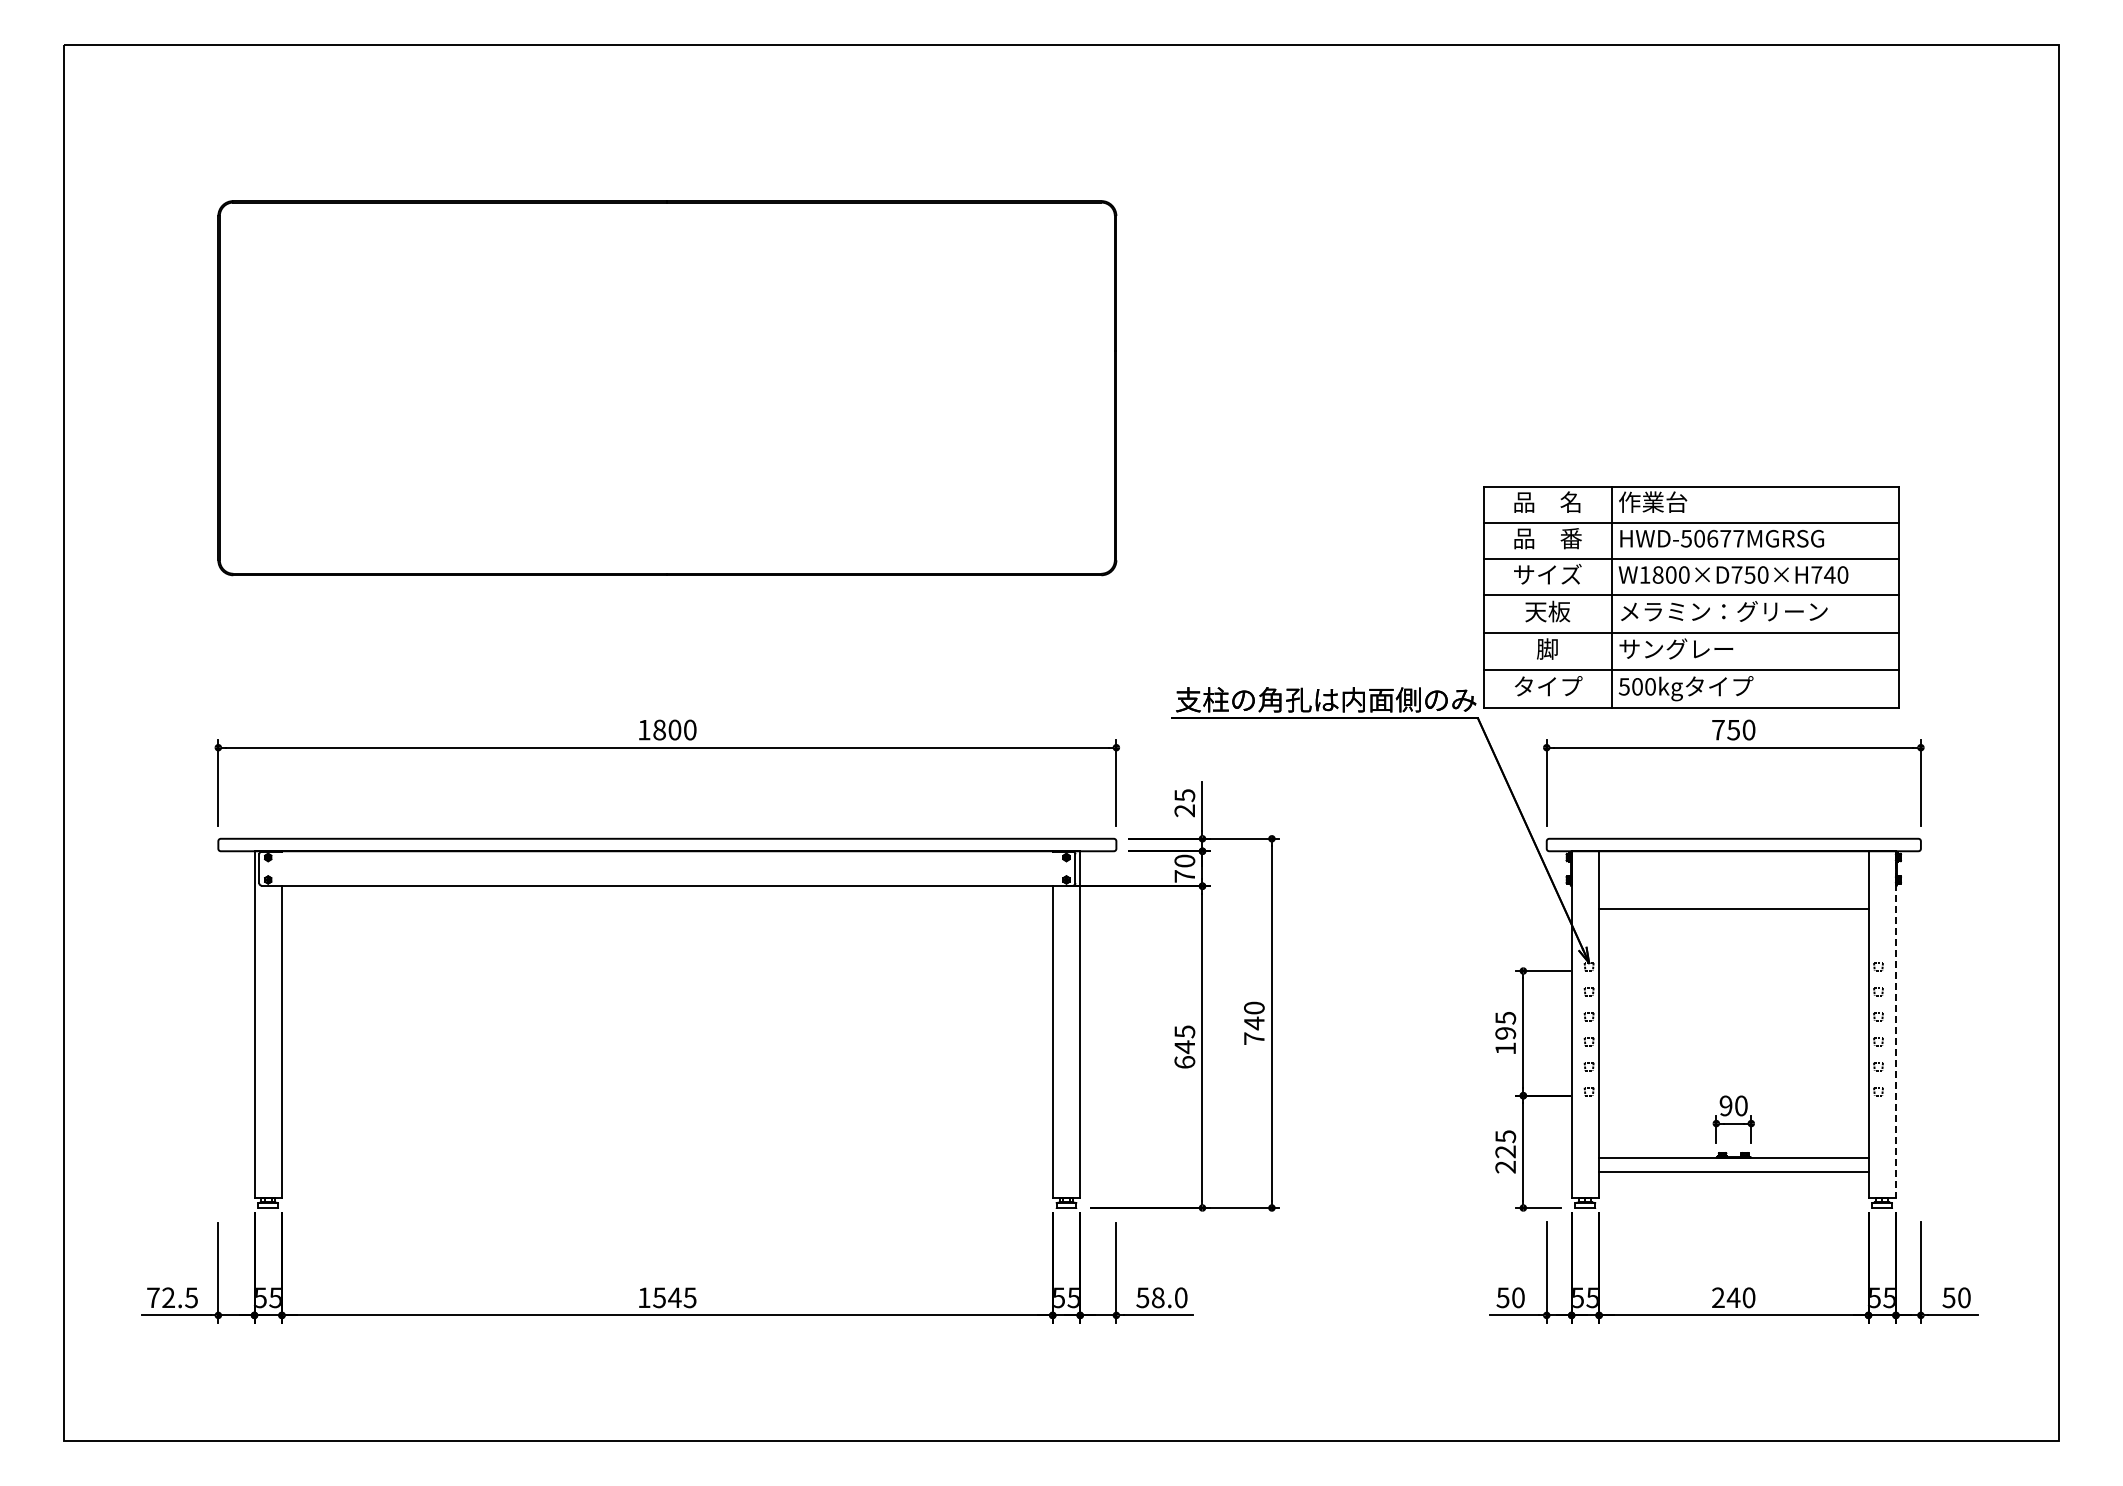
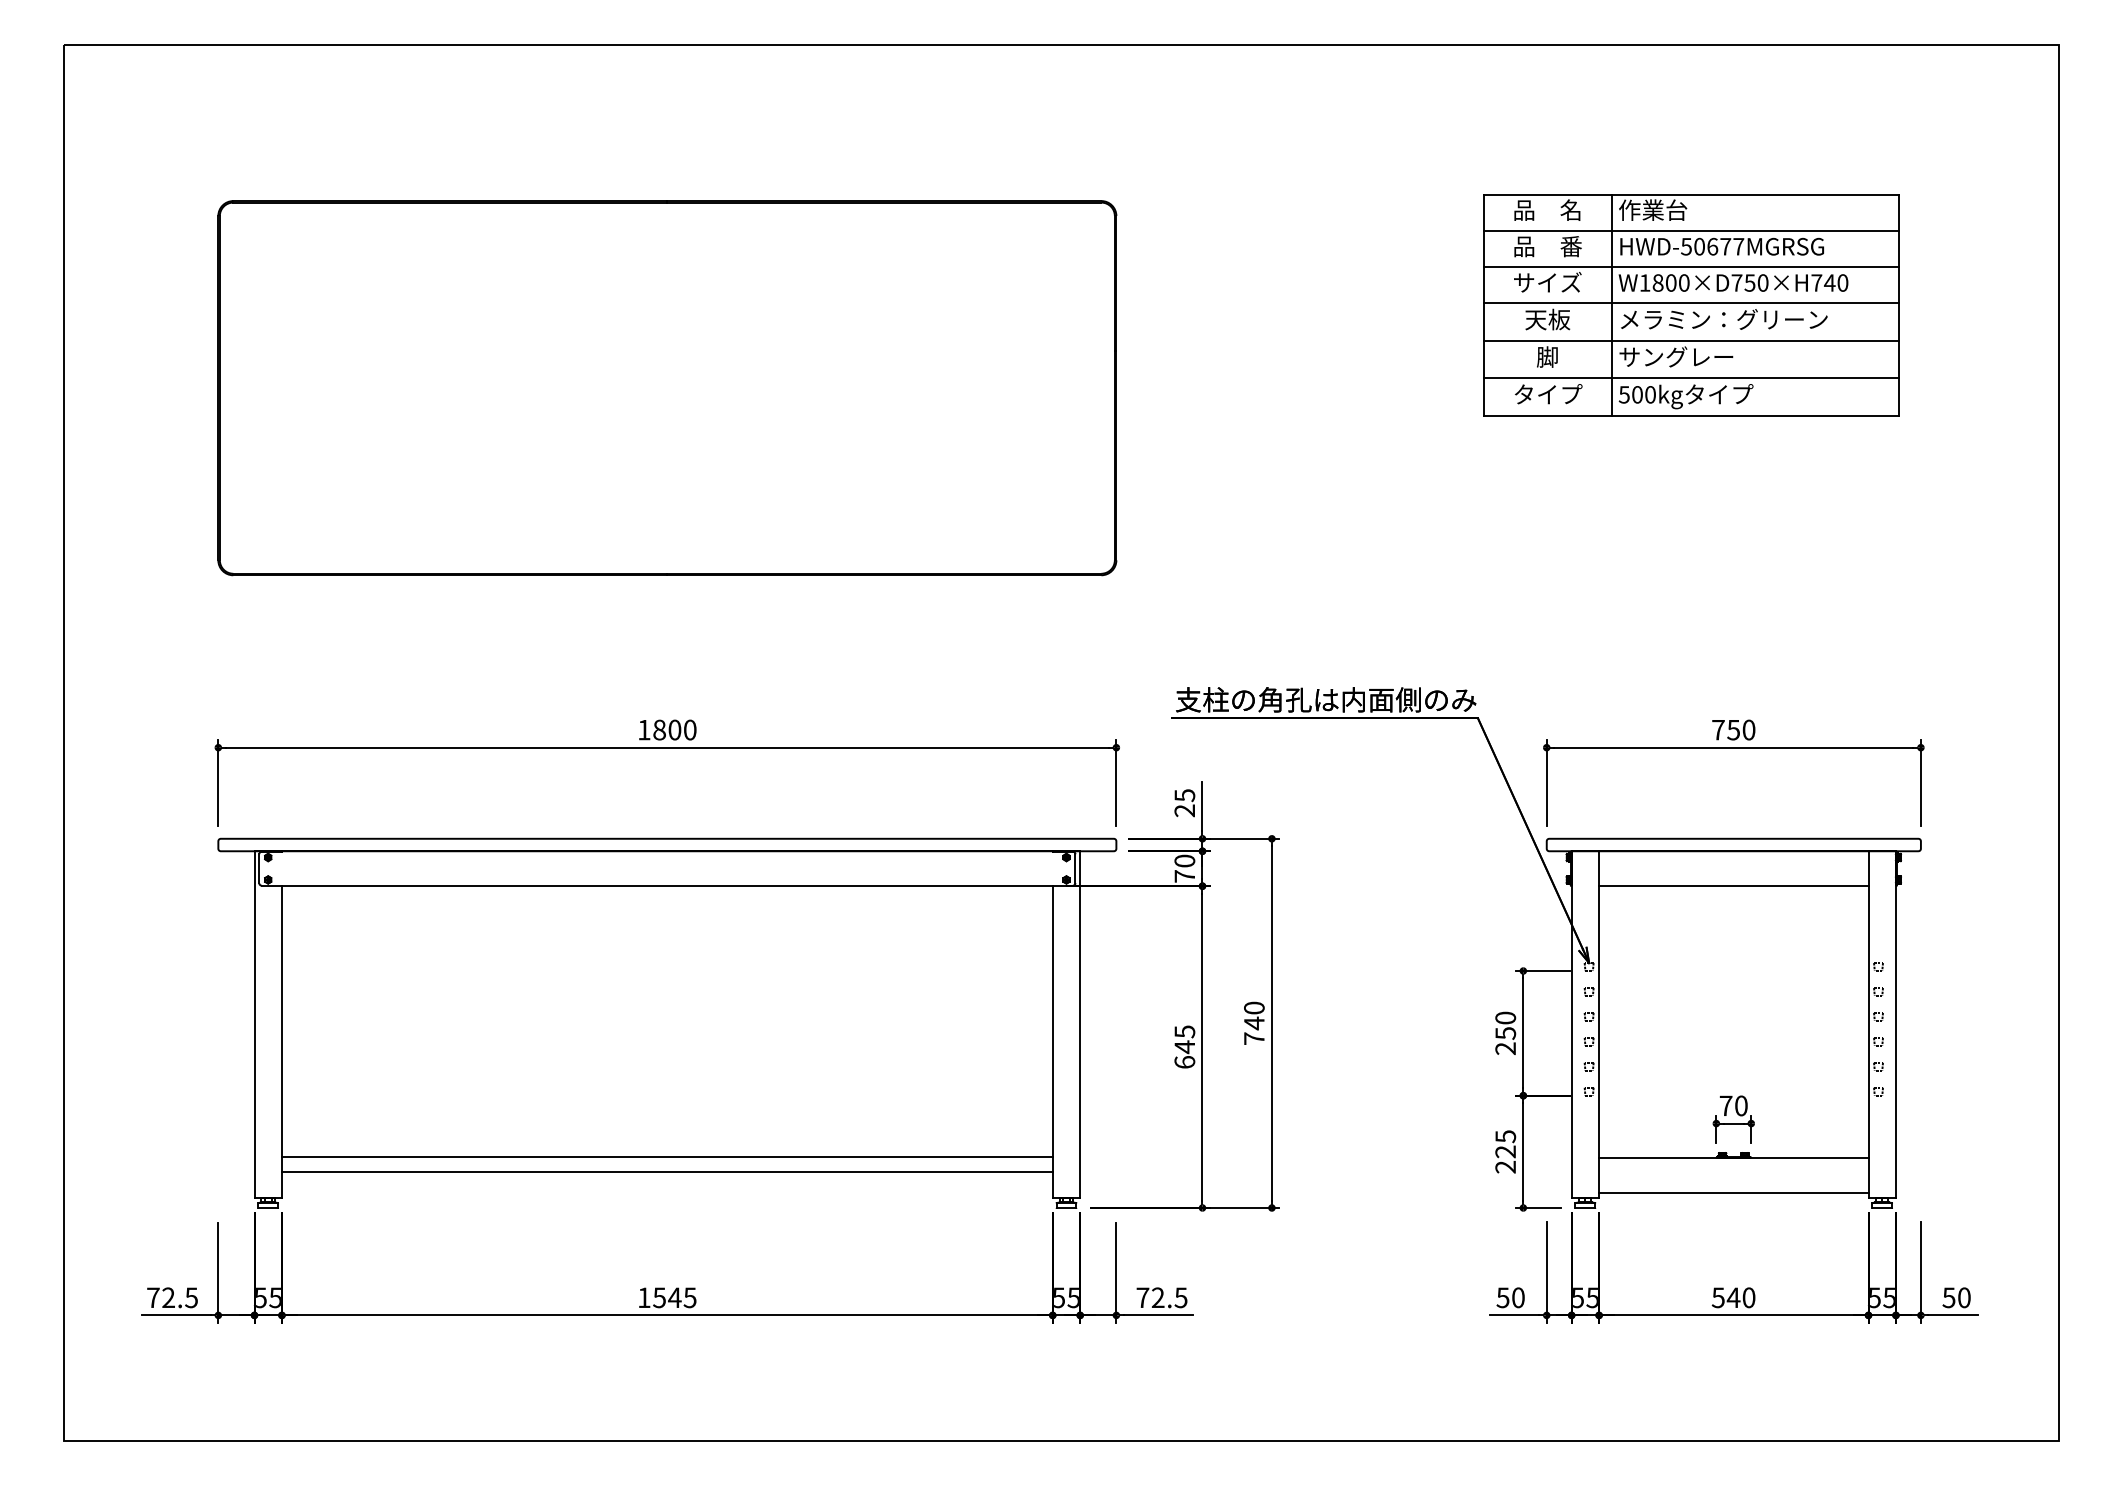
part at (1691, 597) position: (1691, 597) -> (1691, 305)
line at (1733, 909) position: (1733, 909) -> (1733, 886)
line at (1895, 1025): dashed -> solid
text at (1505, 1032): 195 -> 250
text at (1725, 1105): 90 -> 70
line at (666, 1157): none -> present
line at (666, 1172): none -> present
line at (1733, 1172) position: (1733, 1172) -> (1733, 1193)
text at (1161, 1297): 58.0 -> 72.5
text at (1717, 1297): 240 -> 540
